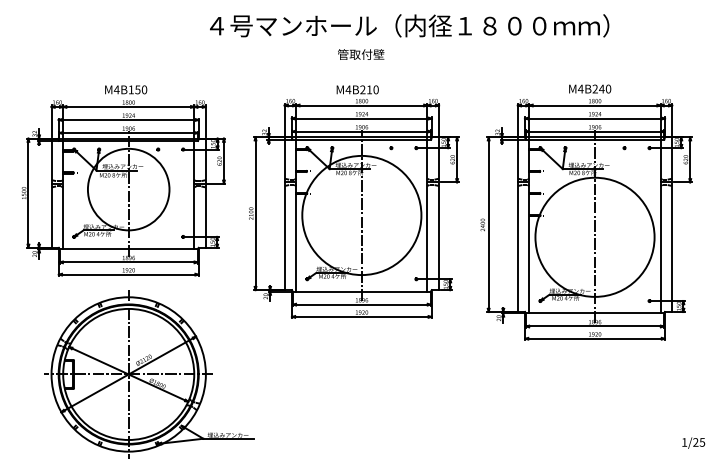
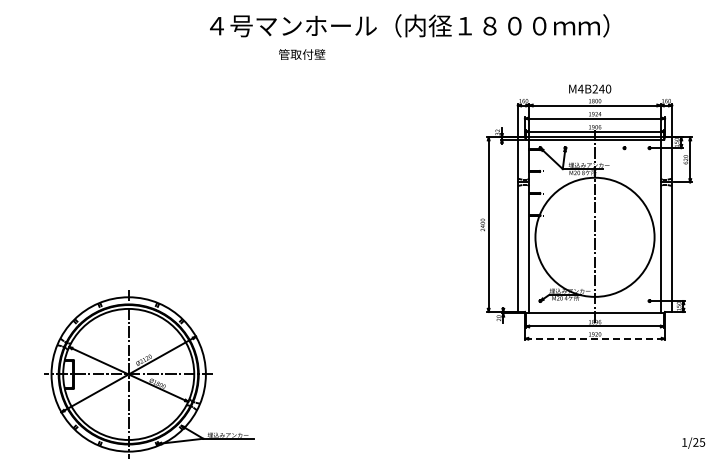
text at (361, 54) position: (361, 54) -> (302, 54)
part at (123, 180): present -> none
part at (354, 201): present -> none
line at (595, 338): solid -> dashed
